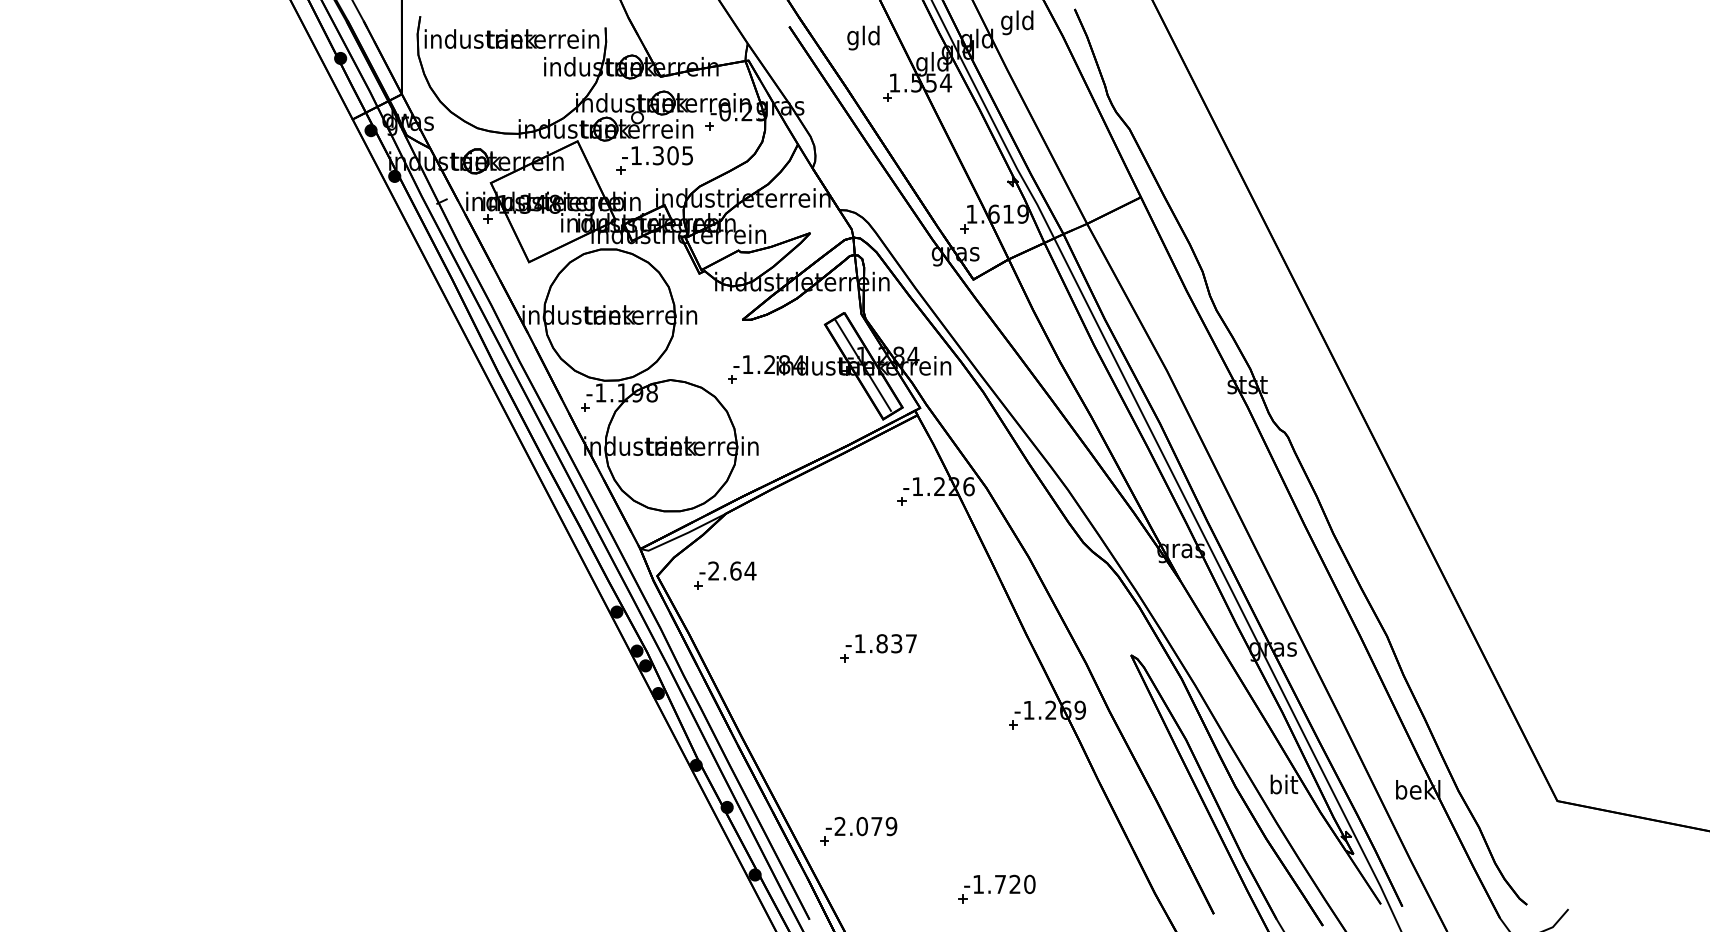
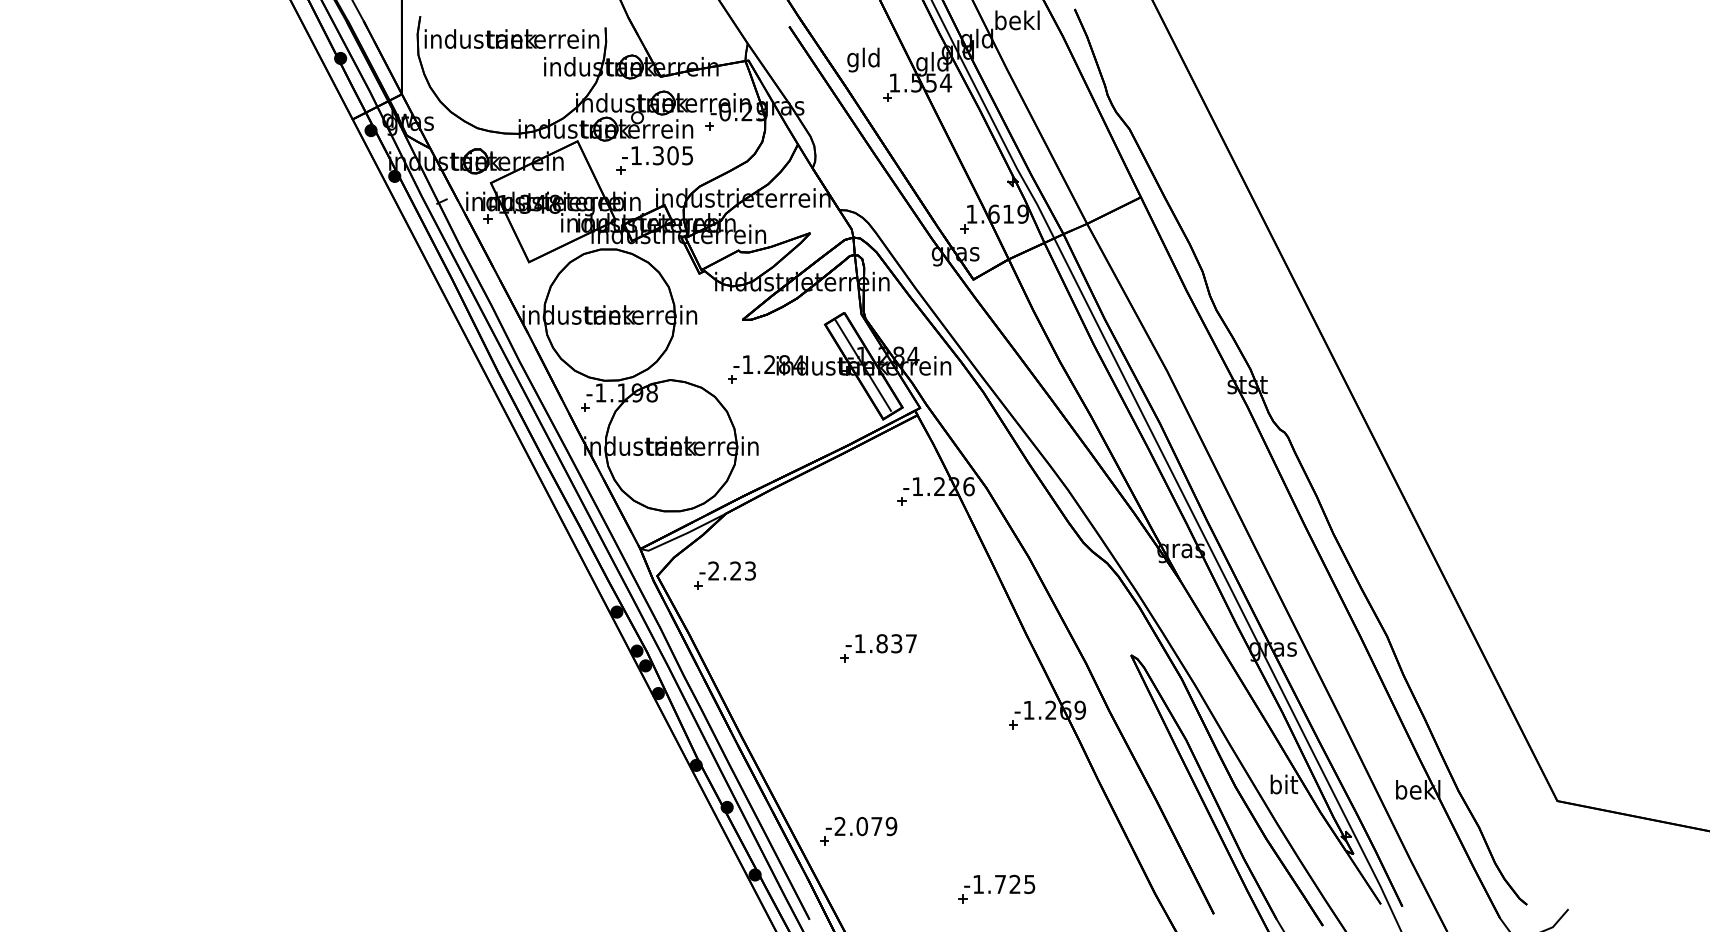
text at (1017, 22): gld -> bekl
text at (863, 37) position: (863, 37) -> (863, 59)
text at (743, 570): -2.64 -> -2.23
text at (1029, 884): -1.720 -> -1.725
